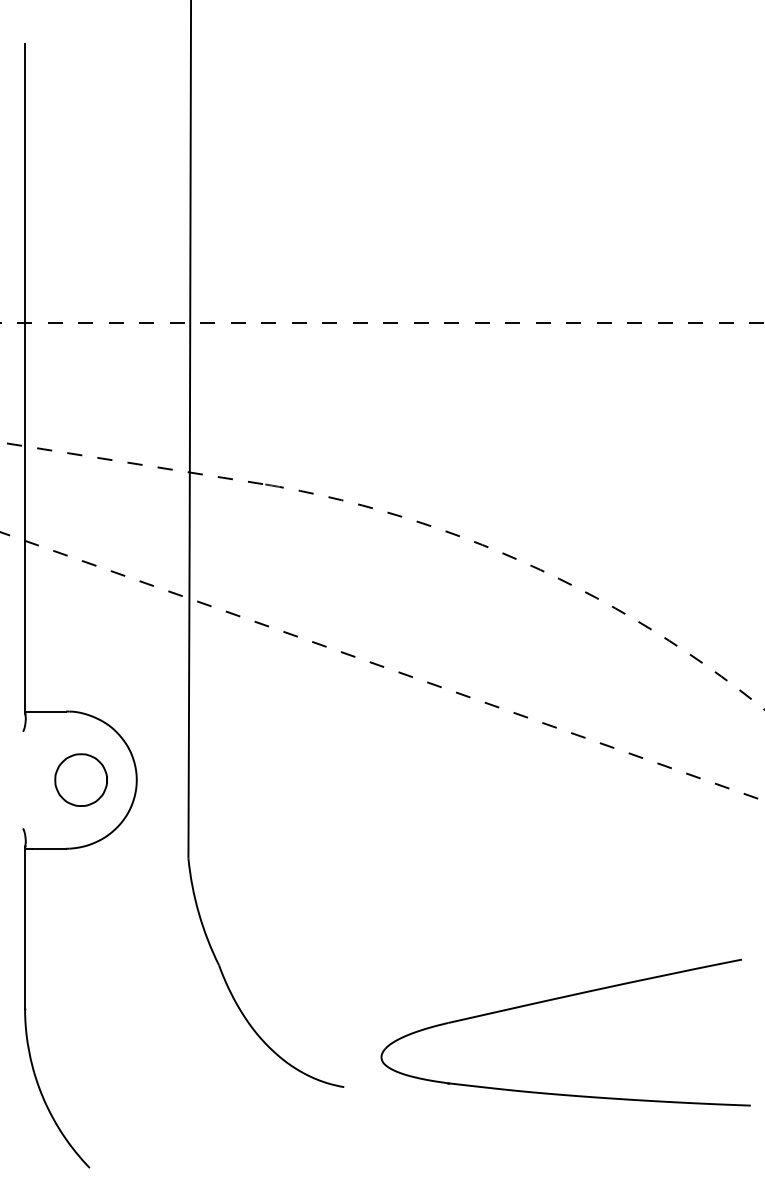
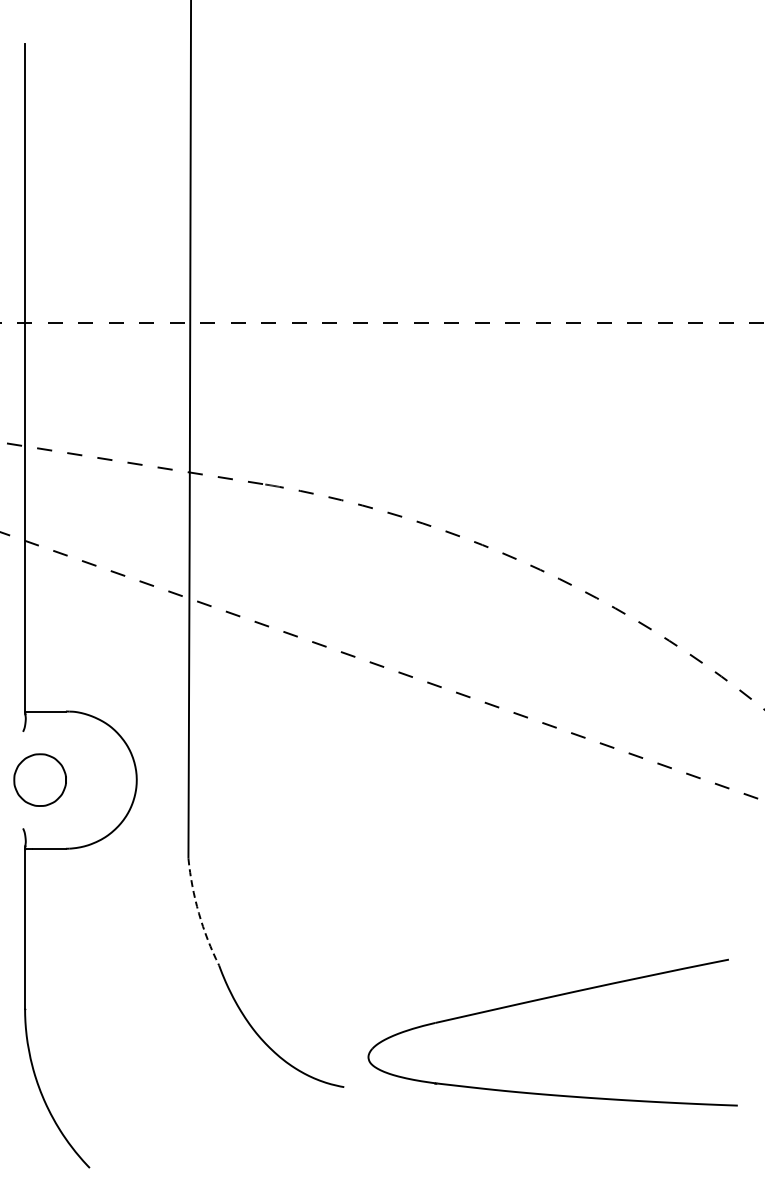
curve at (59, 768) position: (59, 768) -> (18, 768)
arc at (198, 913): solid -> dashed
part at (558, 999) position: (558, 999) -> (545, 999)
